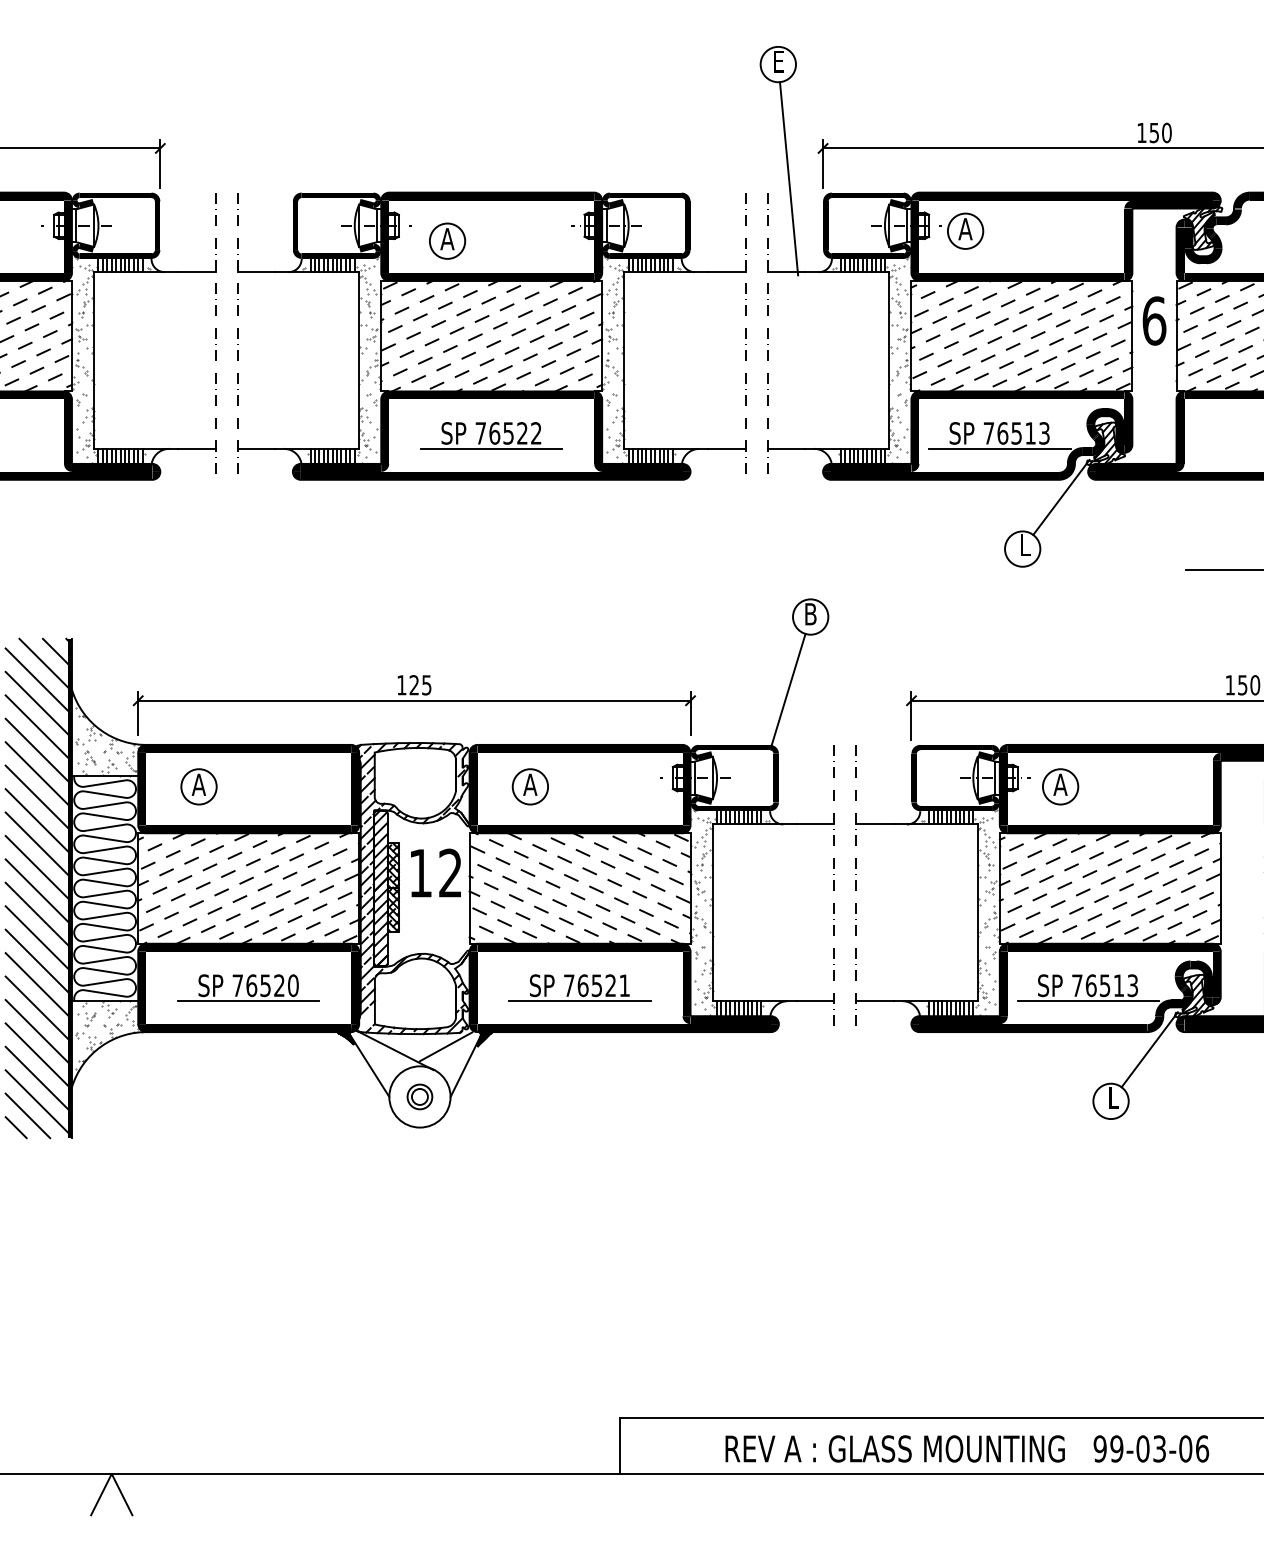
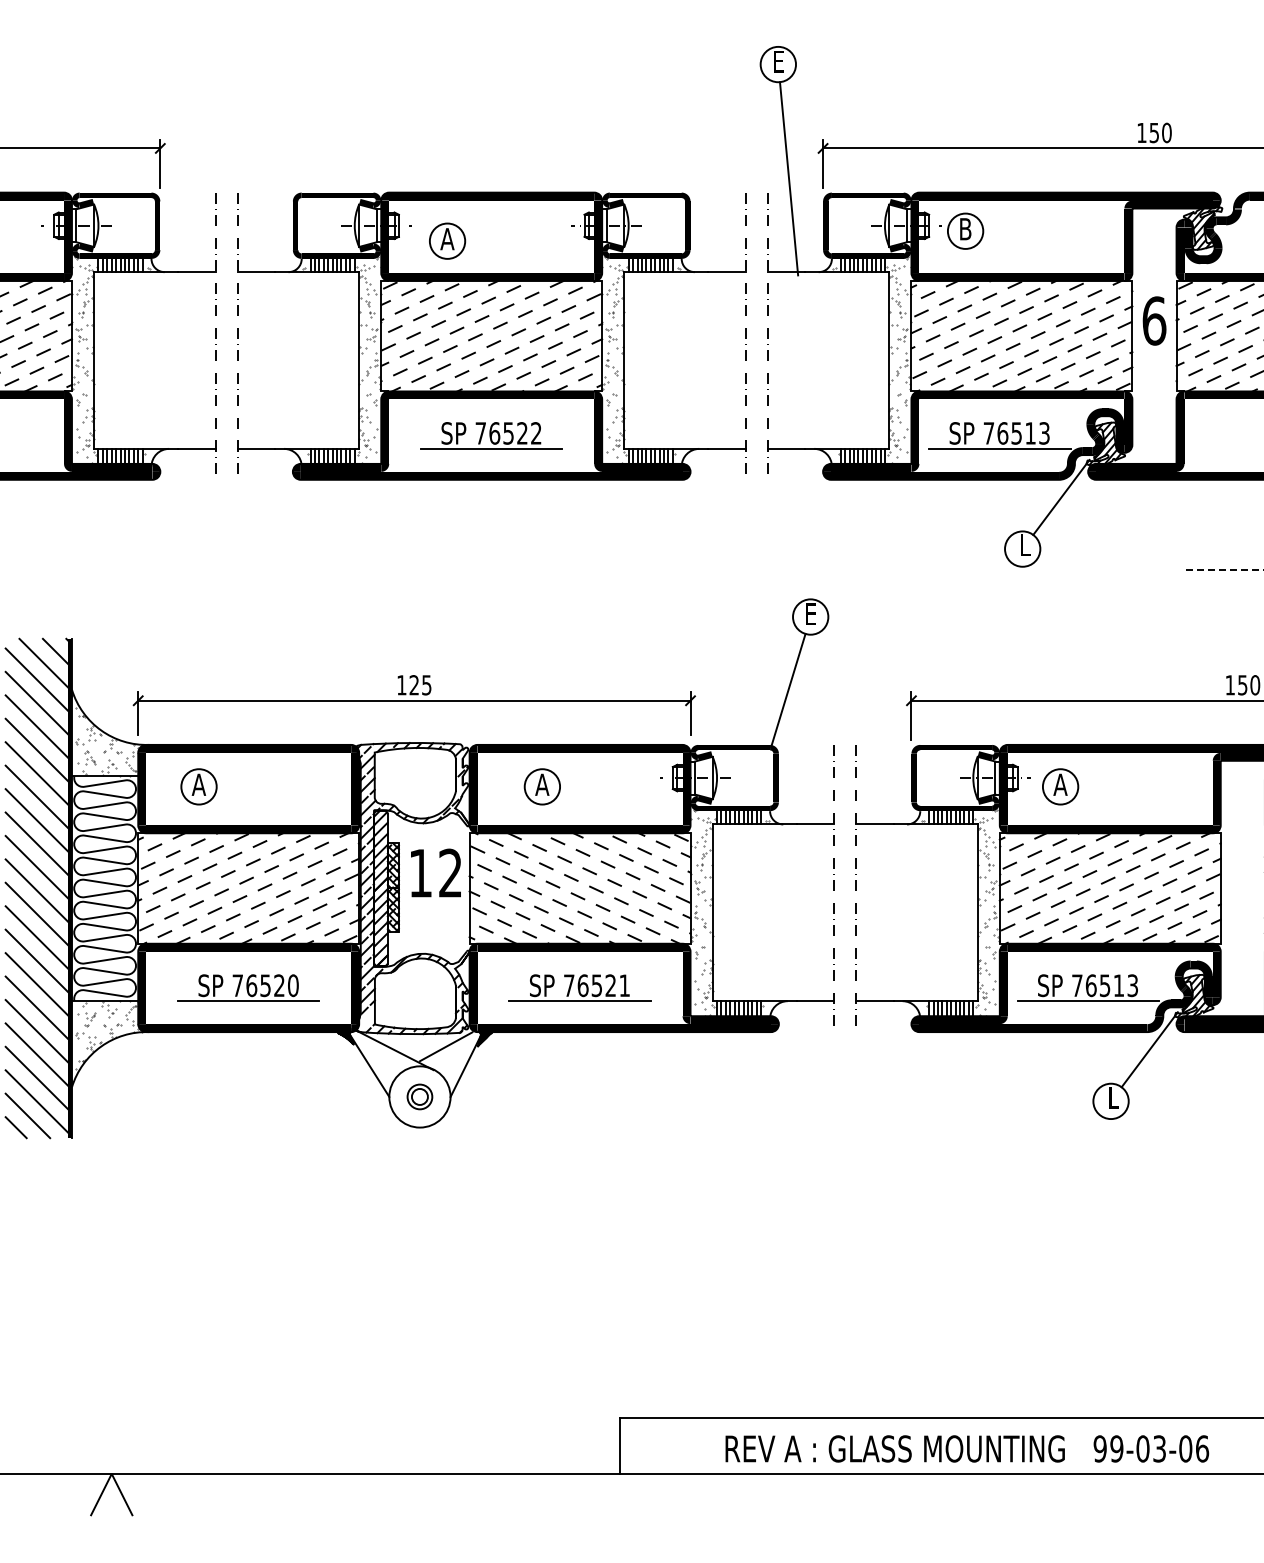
text at (965, 229): A -> B
line at (1224, 569): solid -> dashed
text at (810, 614): B -> E
part at (529, 786) position: (529, 786) -> (541, 786)
